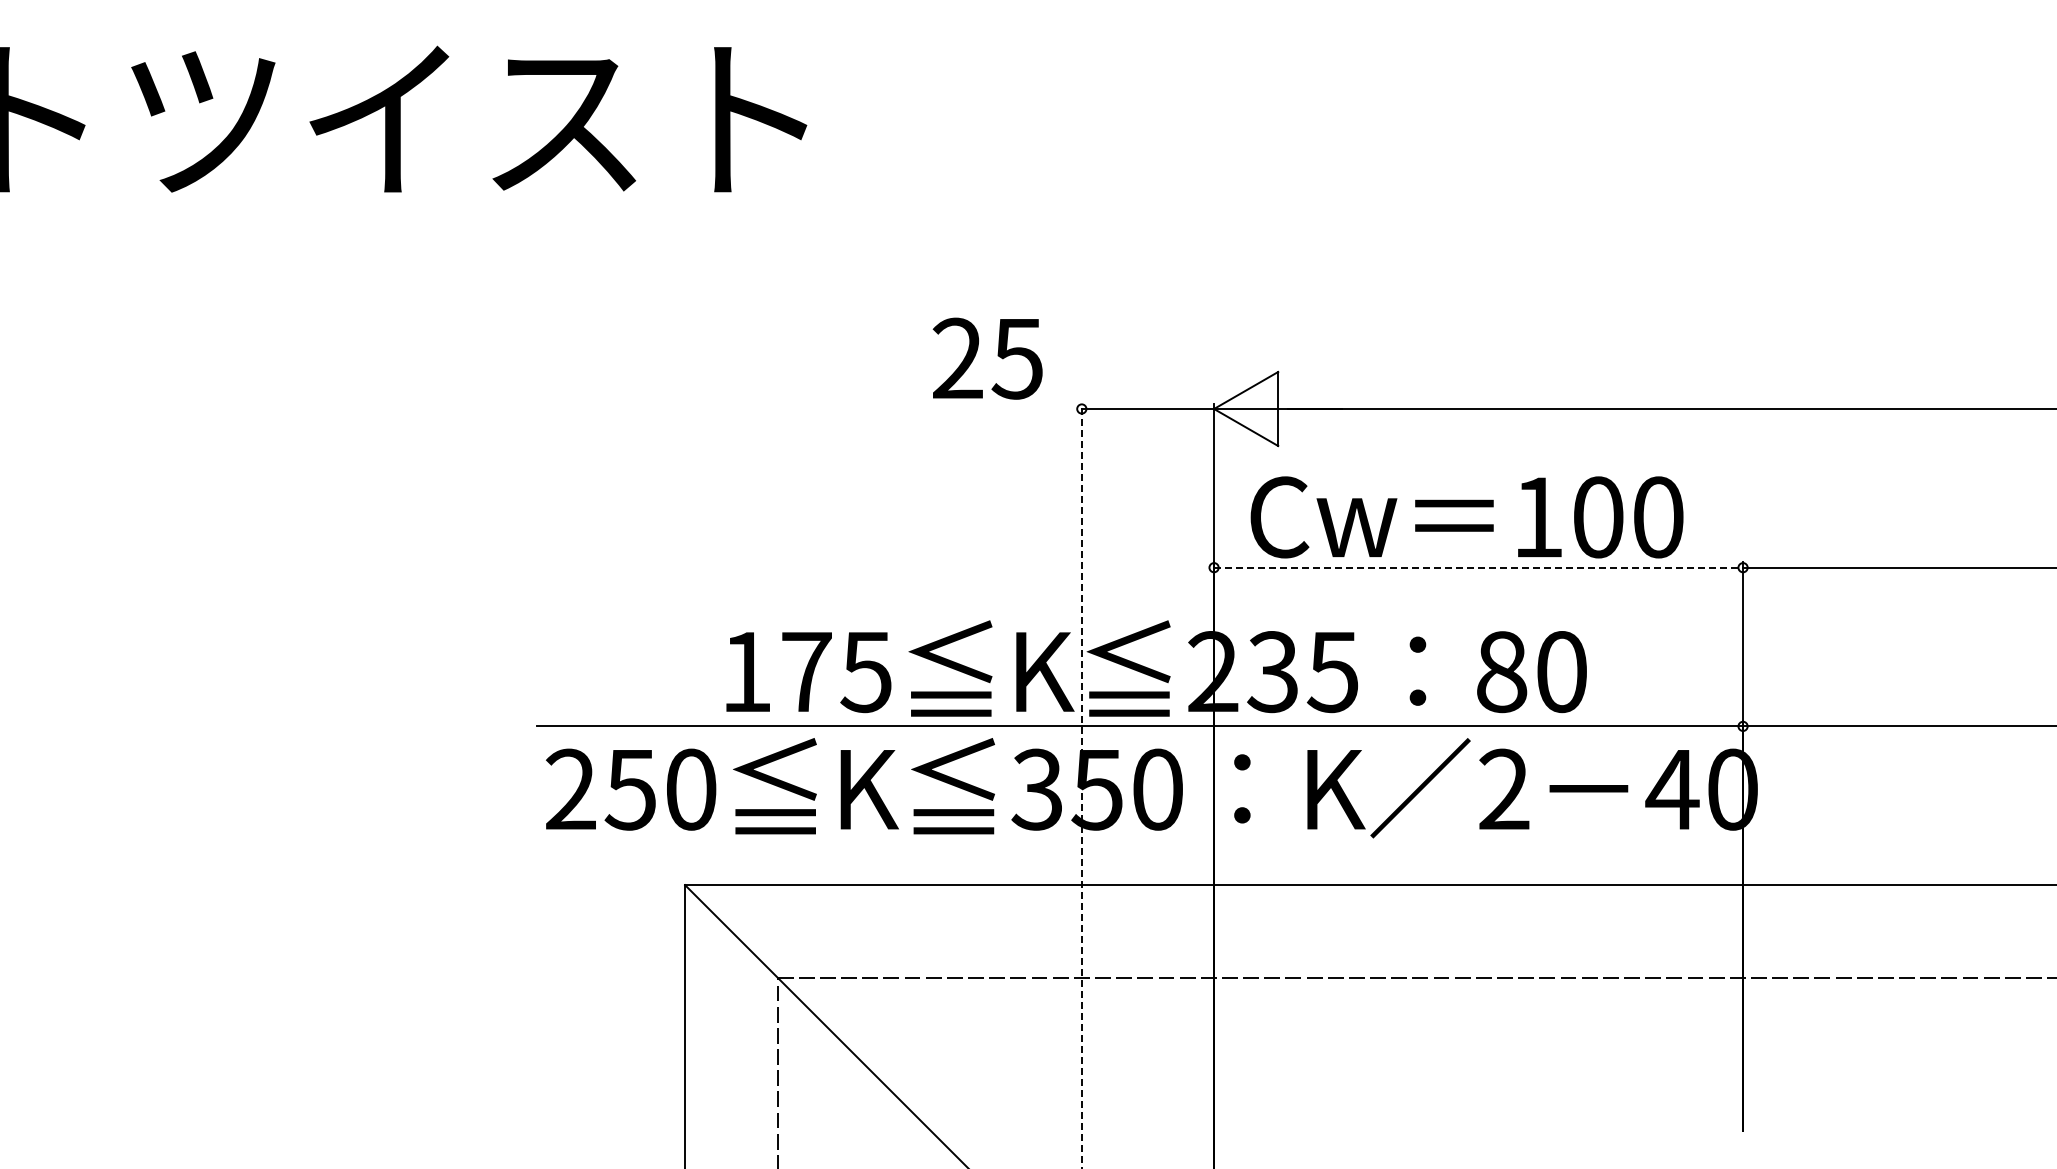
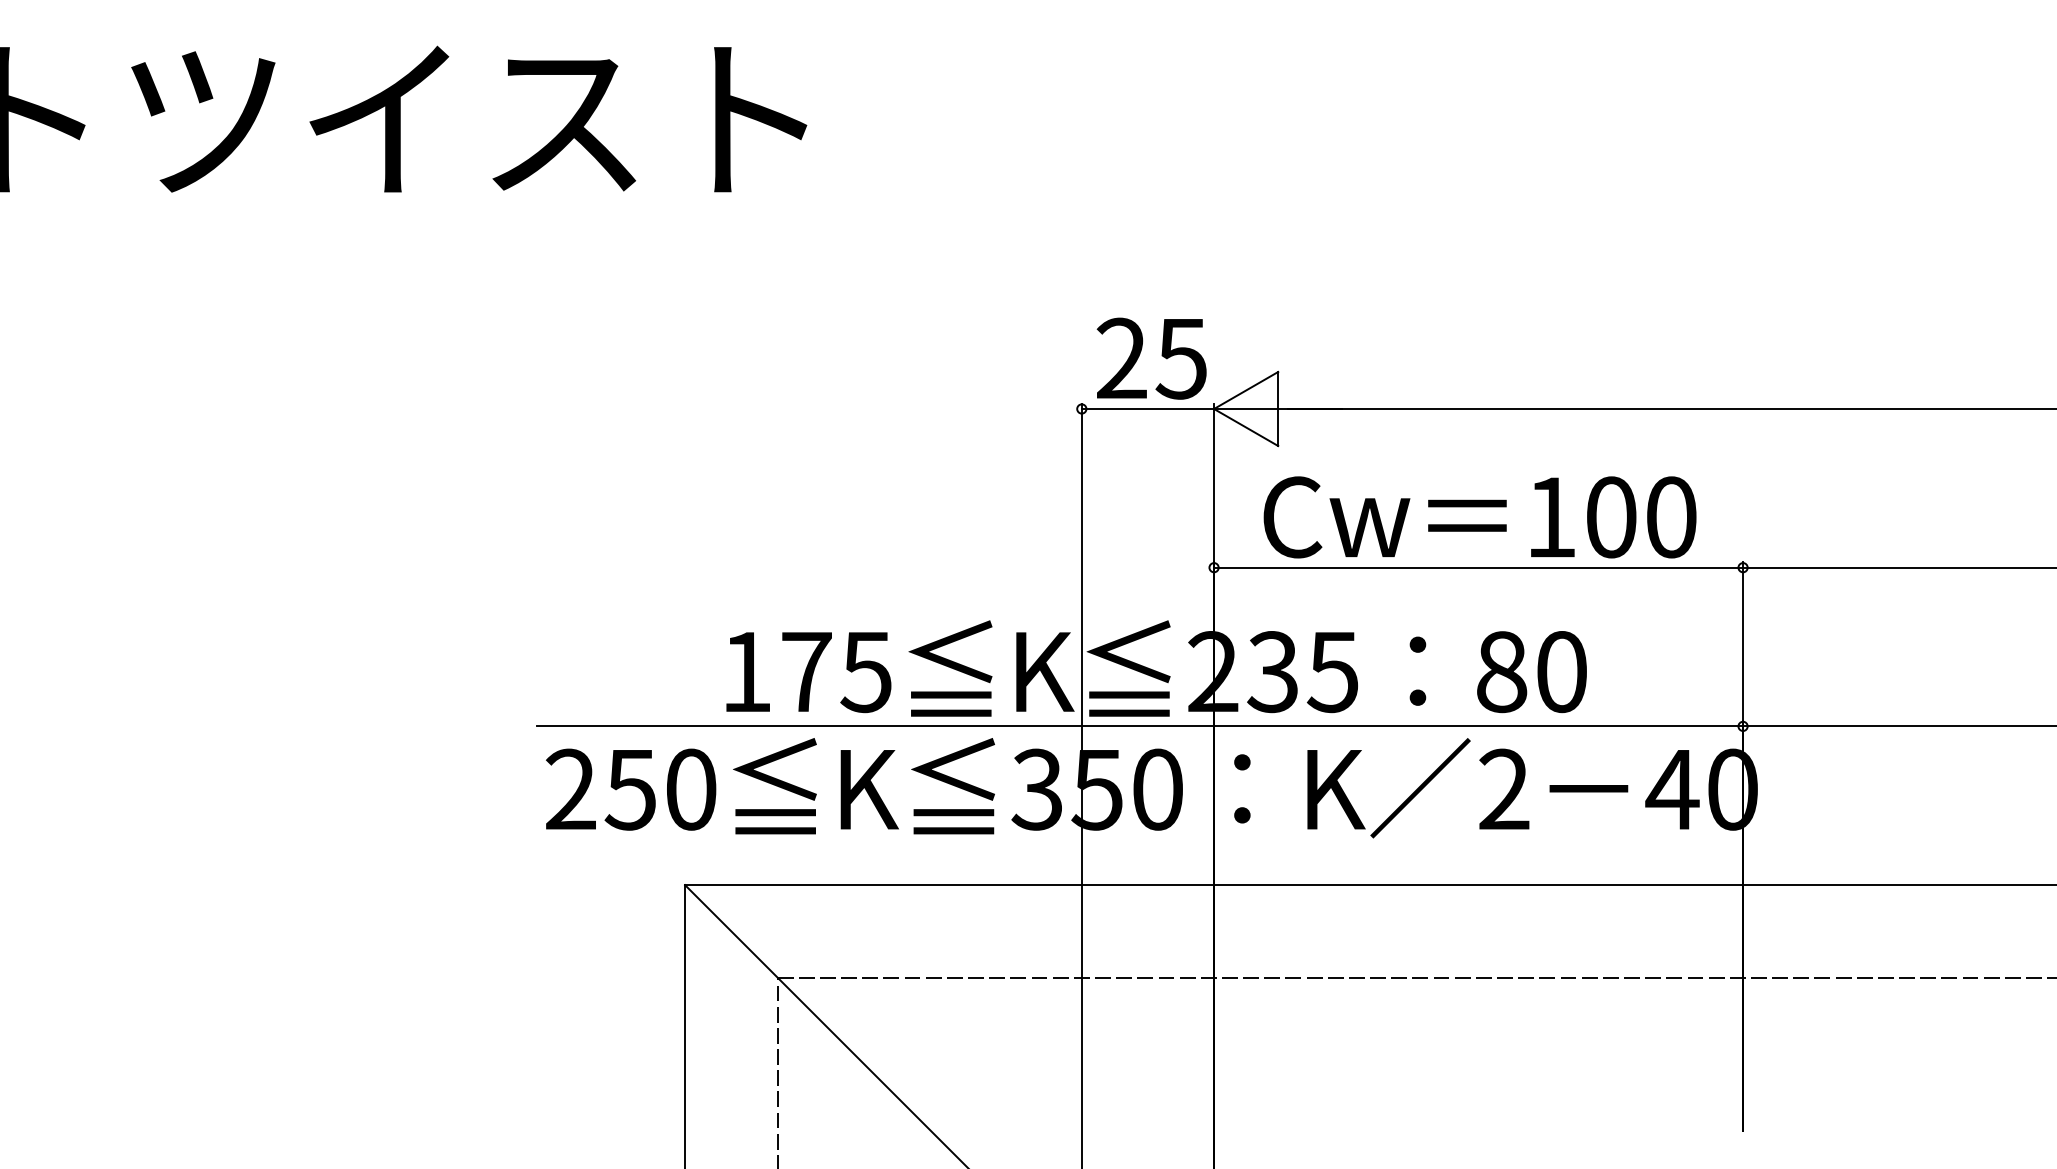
text at (987, 358) position: (987, 358) -> (1151, 358)
text at (1466, 517) position: (1466, 517) -> (1479, 517)
line at (1479, 567): dashed -> solid
line at (1081, 785): dashed -> solid
